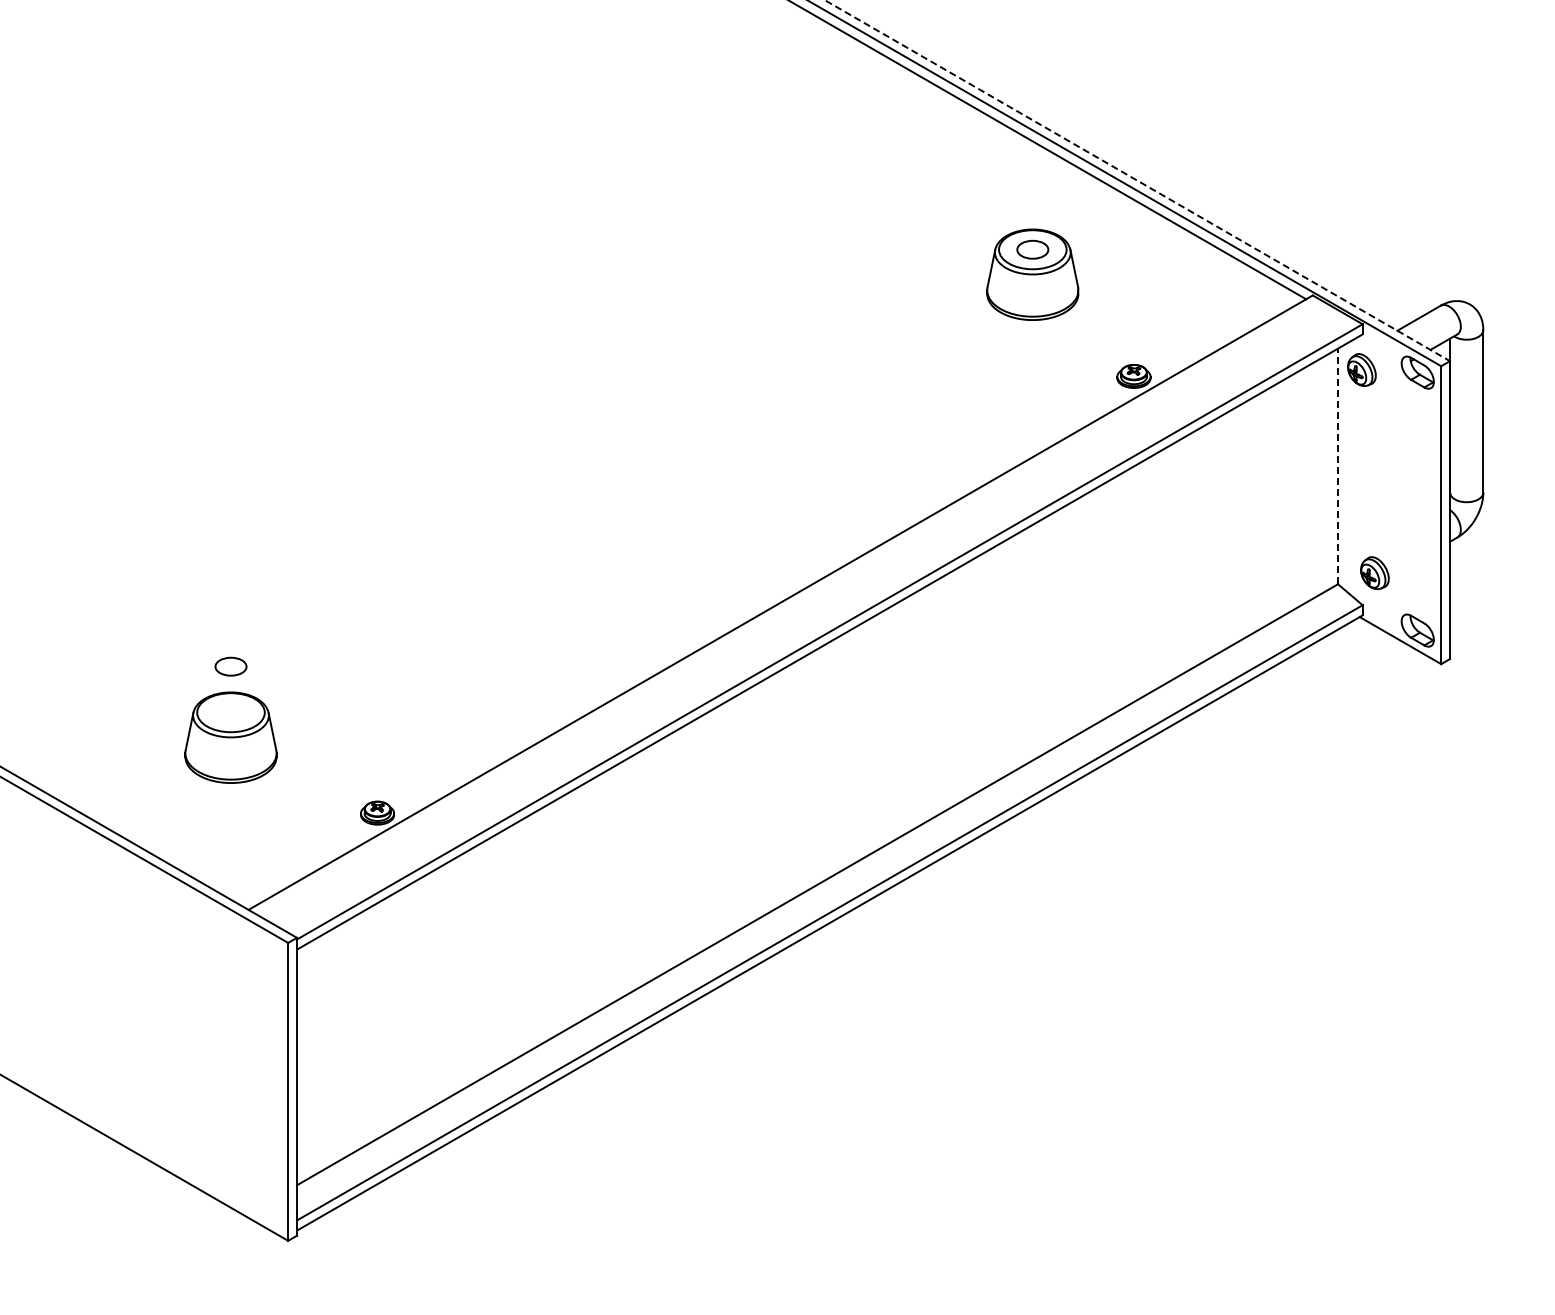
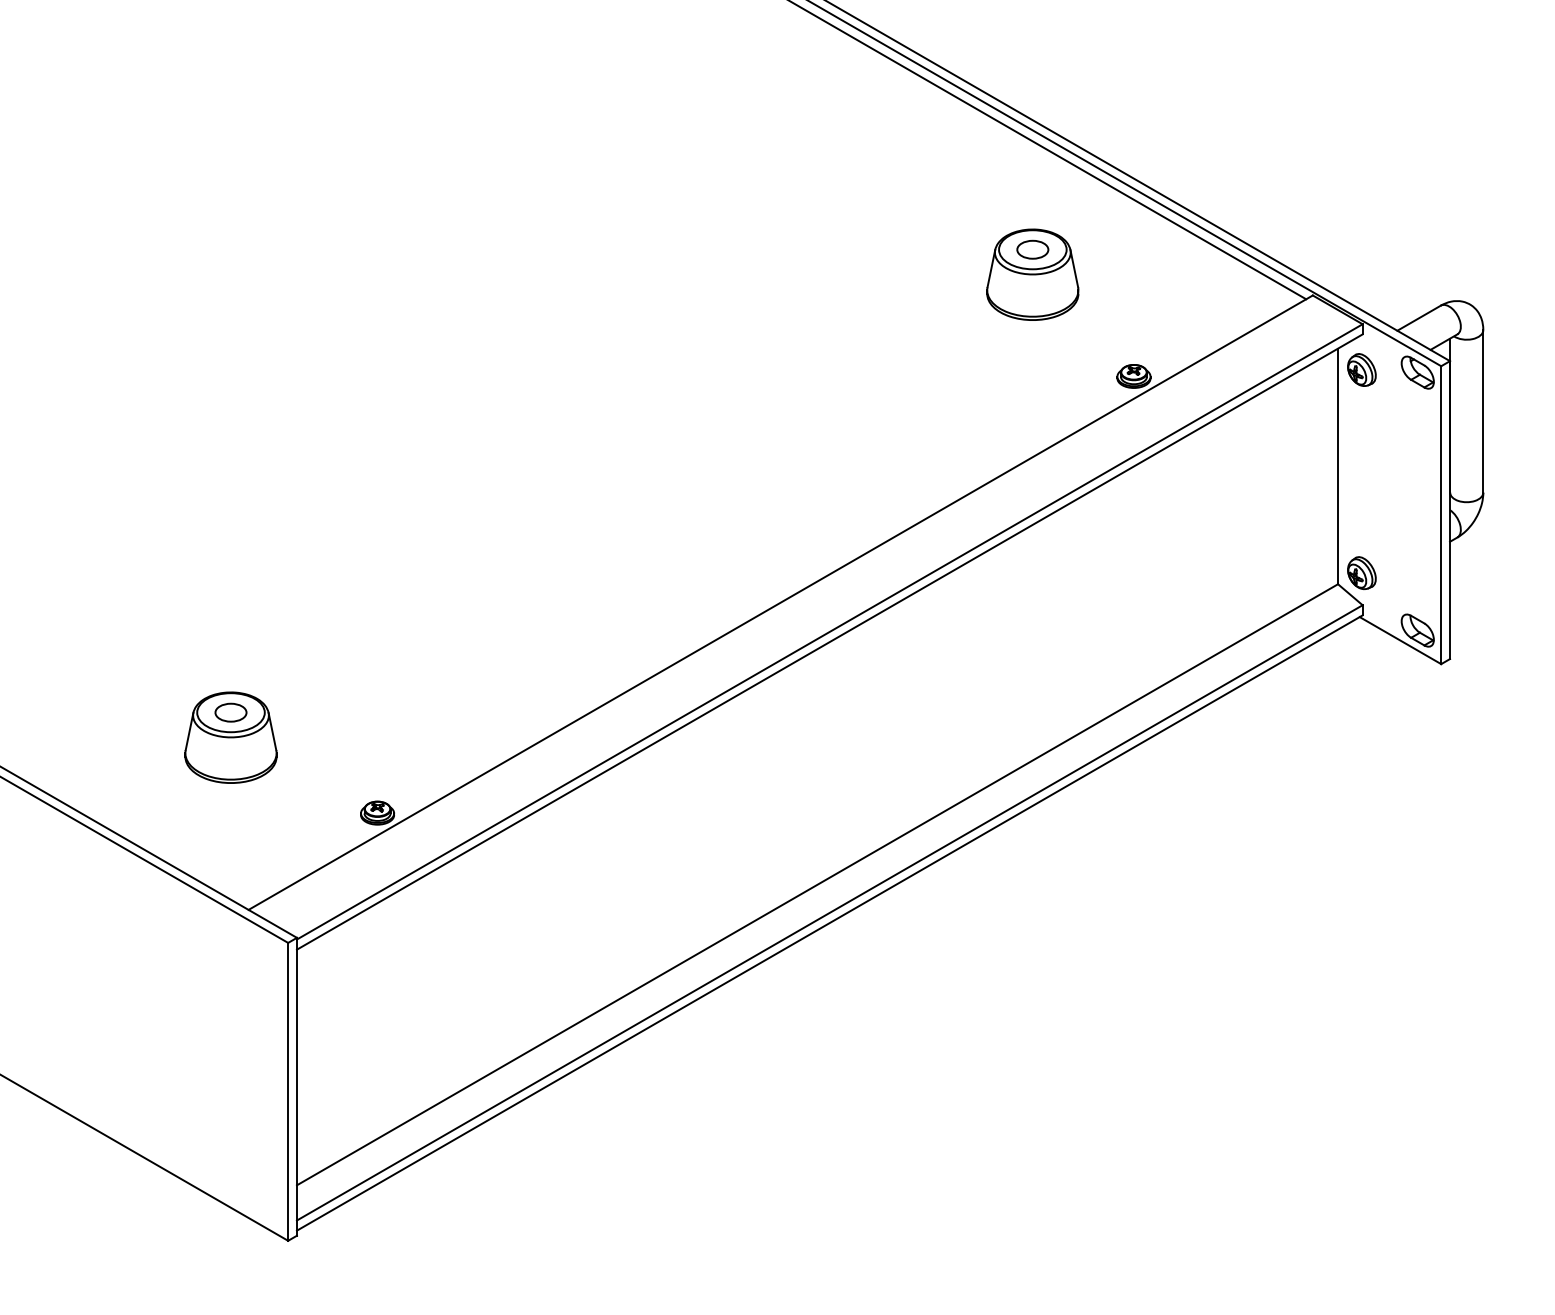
line at (1137, 180): dashed -> solid
line at (1337, 466): dashed -> solid
part at (1374, 573) position: (1374, 573) -> (1361, 573)
part at (230, 666) position: (230, 666) -> (230, 712)
